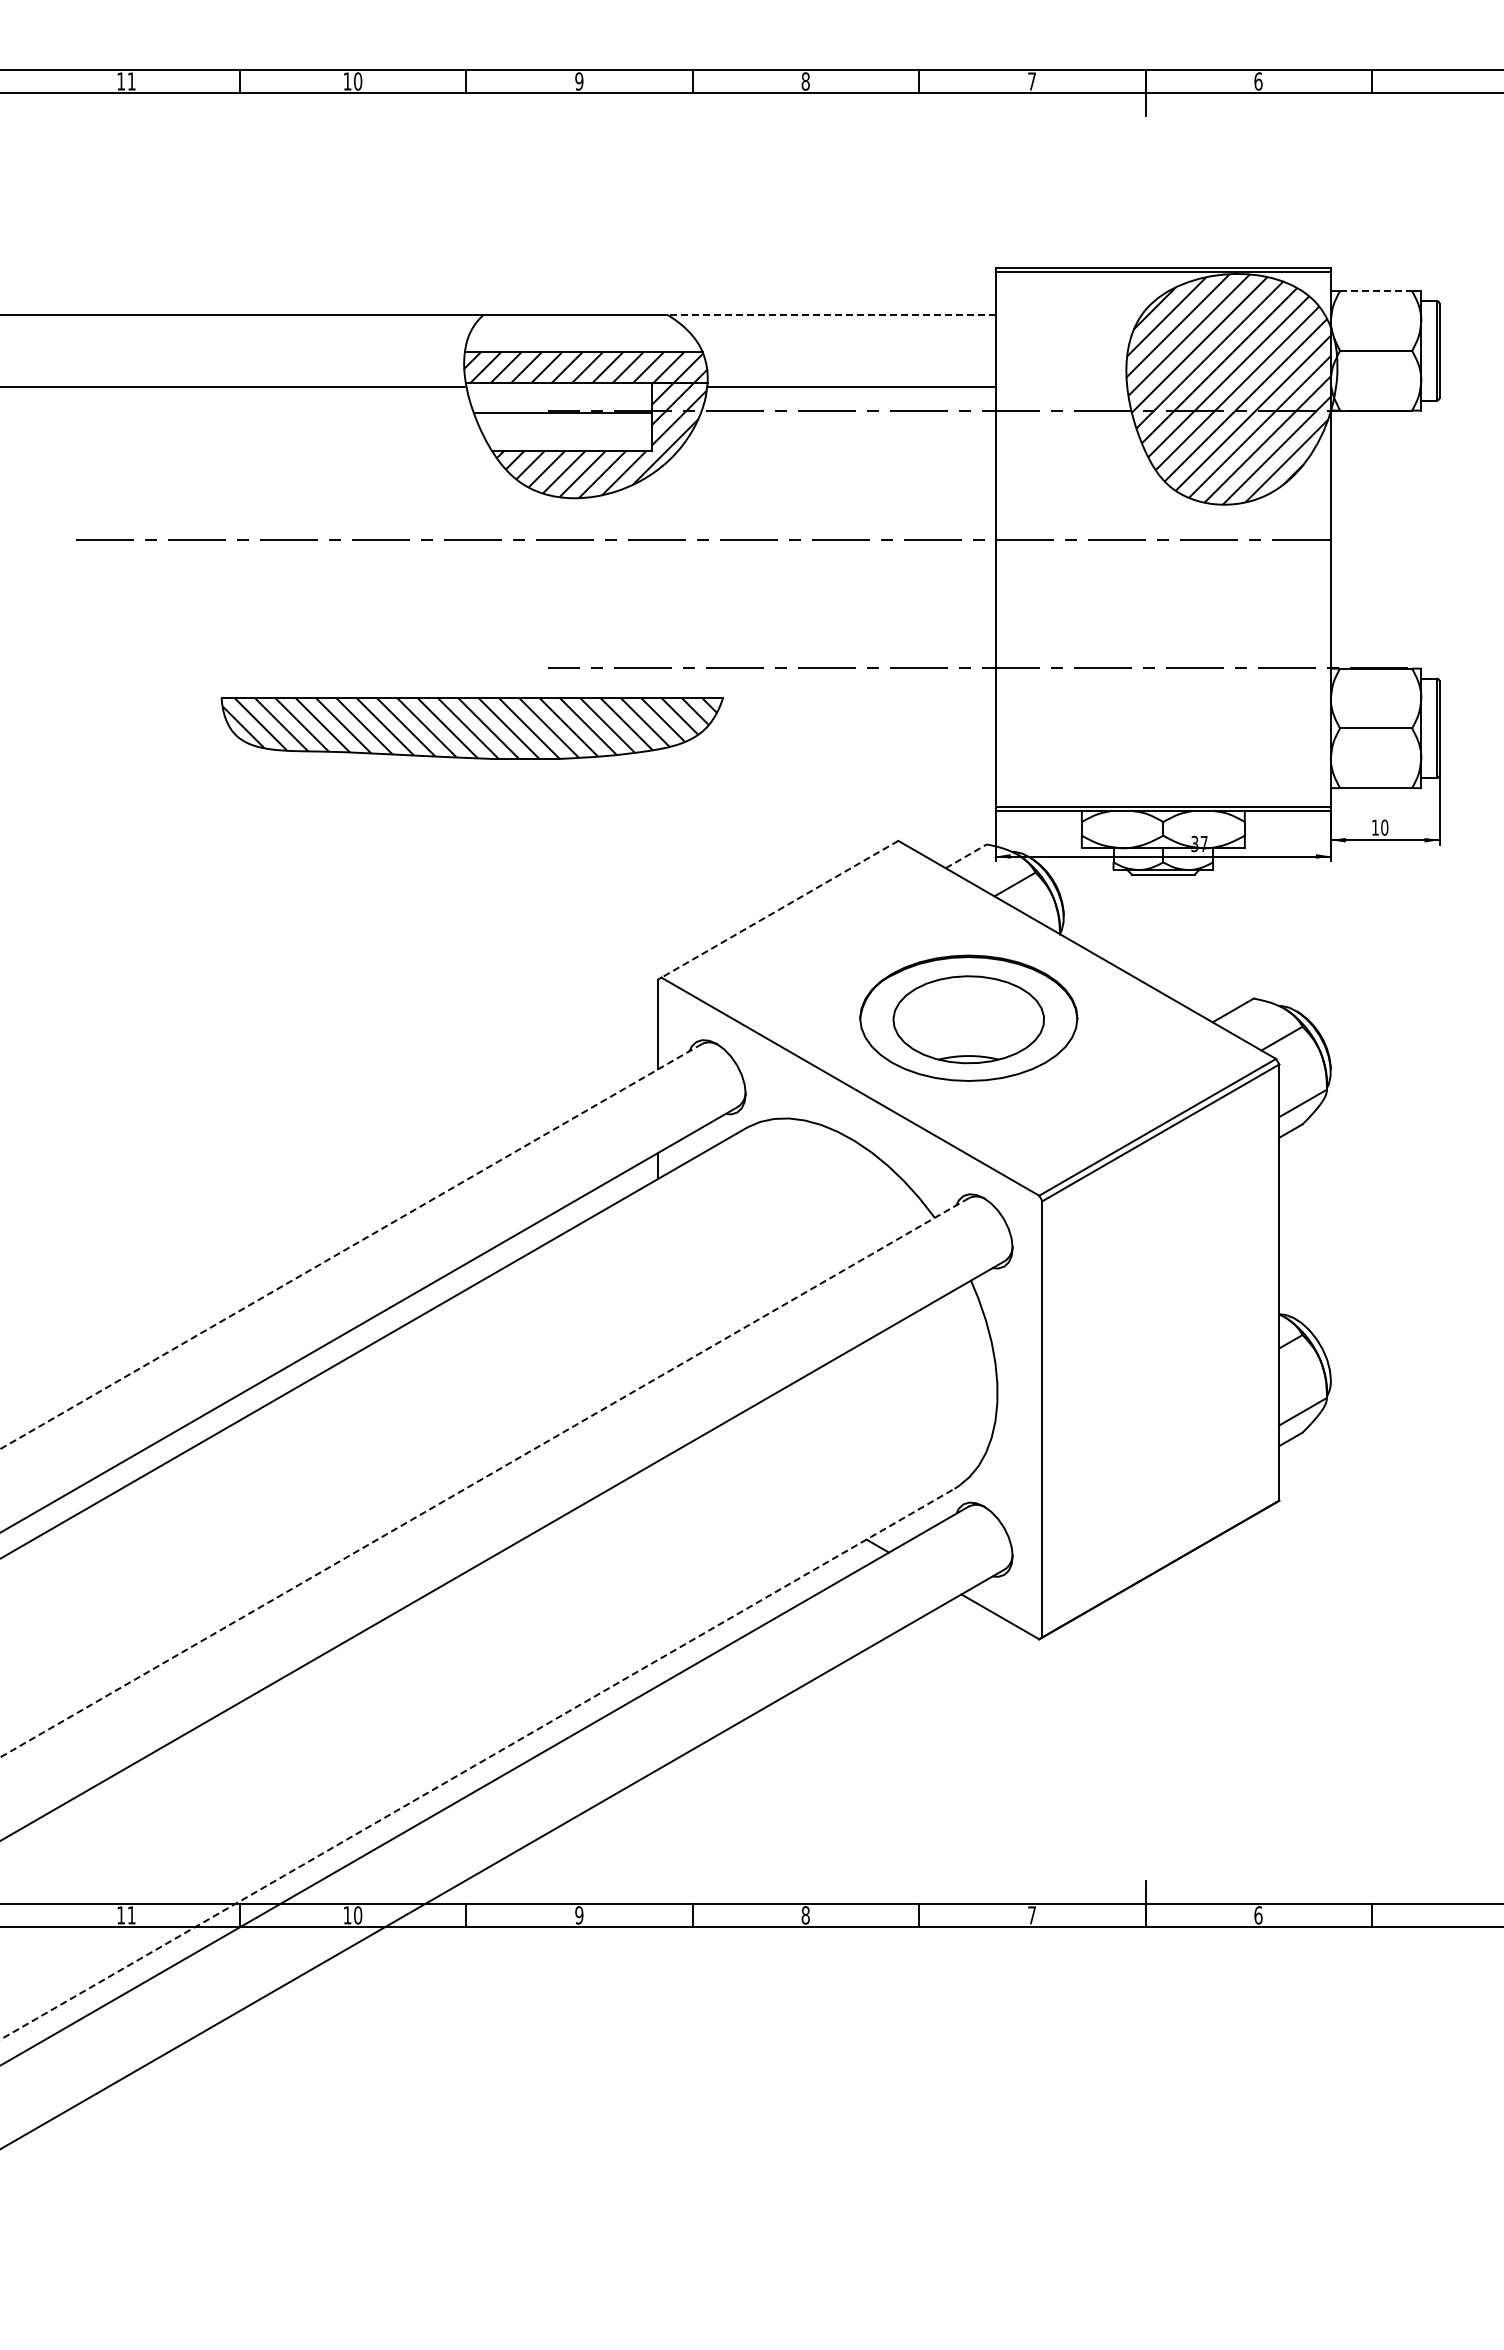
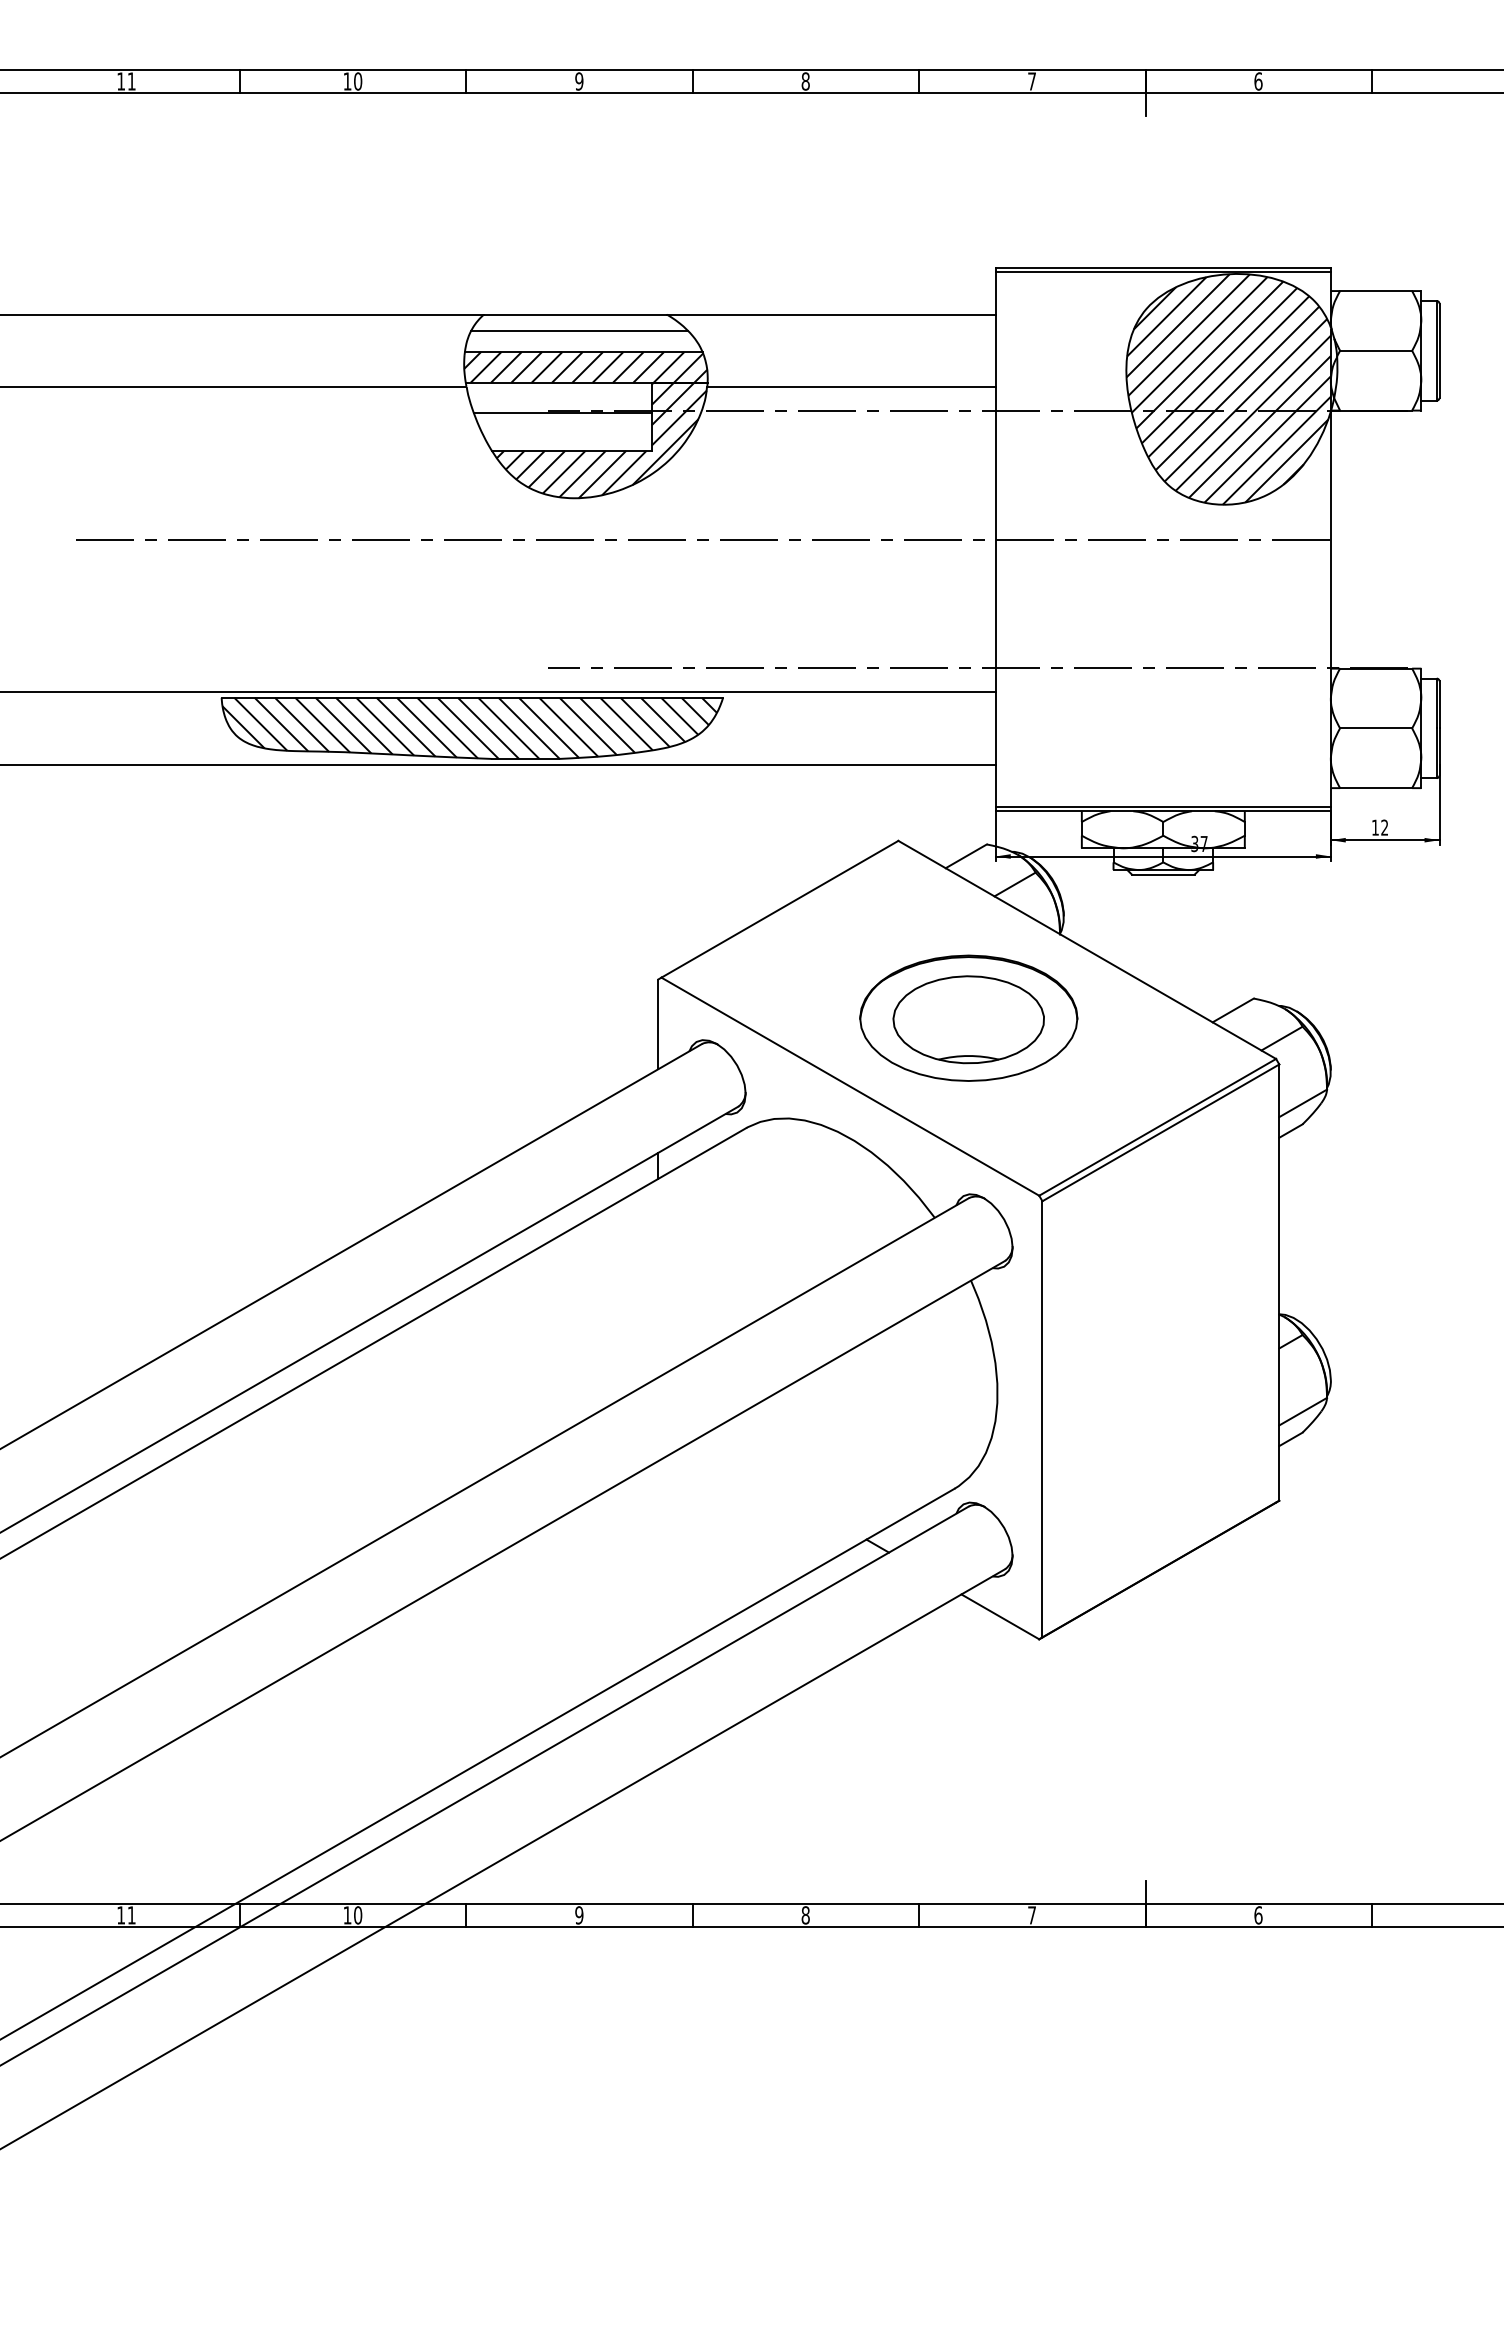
line at (1376, 291): dashed -> solid
line at (830, 314): dashed -> solid
line at (579, 331): none -> present
line at (498, 692): none -> present
line at (498, 764): none -> present
text at (1384, 827): 10 -> 12
line at (966, 856): dashed -> solid
line at (779, 909): dashed -> solid
line at (351, 1246): dashed -> solid
line at (484, 1478): dashed -> solid
line at (477, 1764): dashed -> solid
